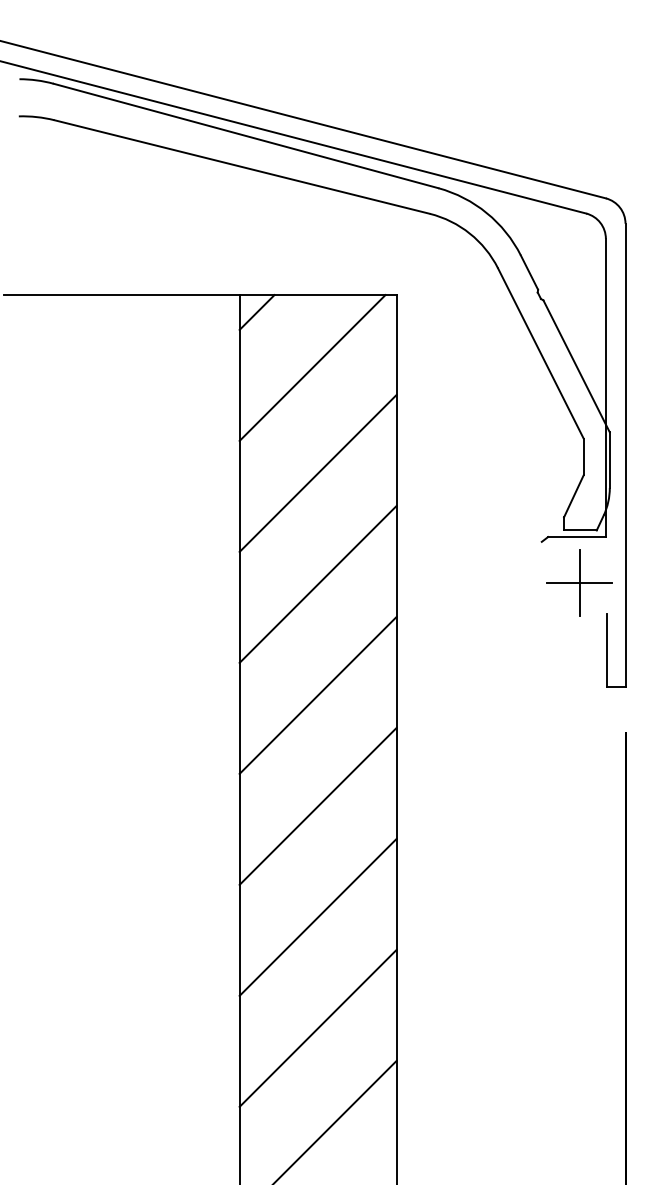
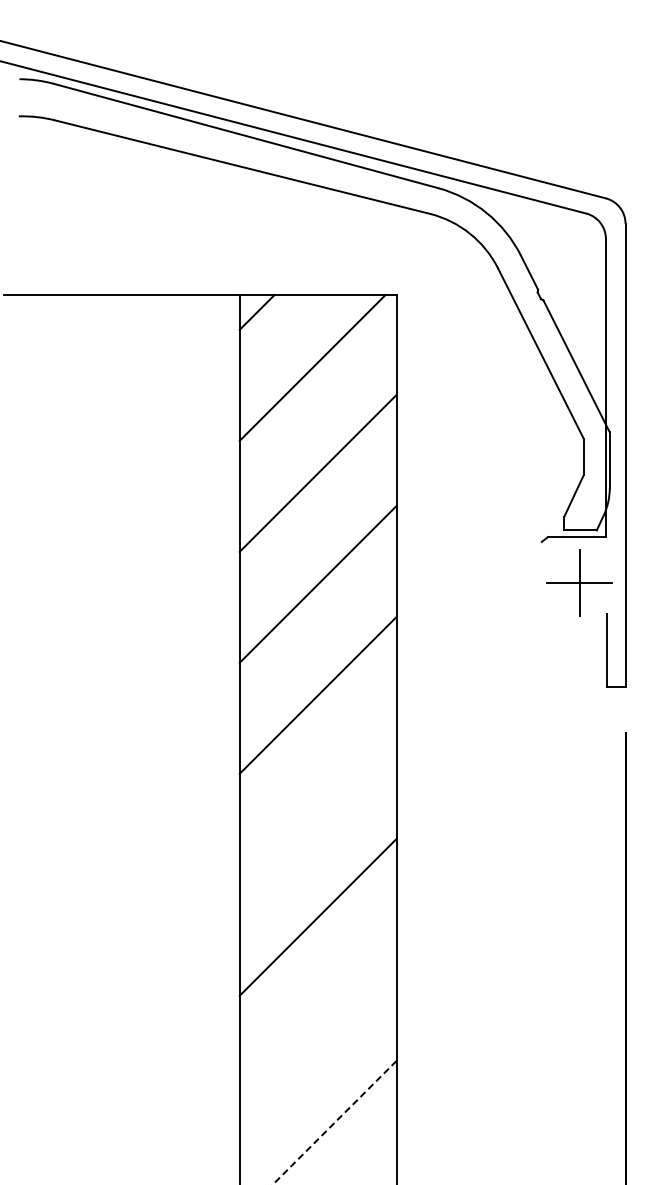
line at (317, 805): present -> none
line at (317, 1027): present -> none
line at (334, 1123): solid -> dashed
